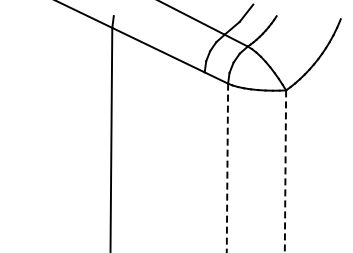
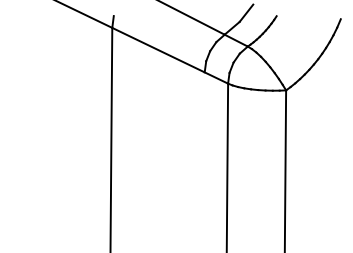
line at (227, 168): dashed -> solid
line at (285, 171): dashed -> solid
